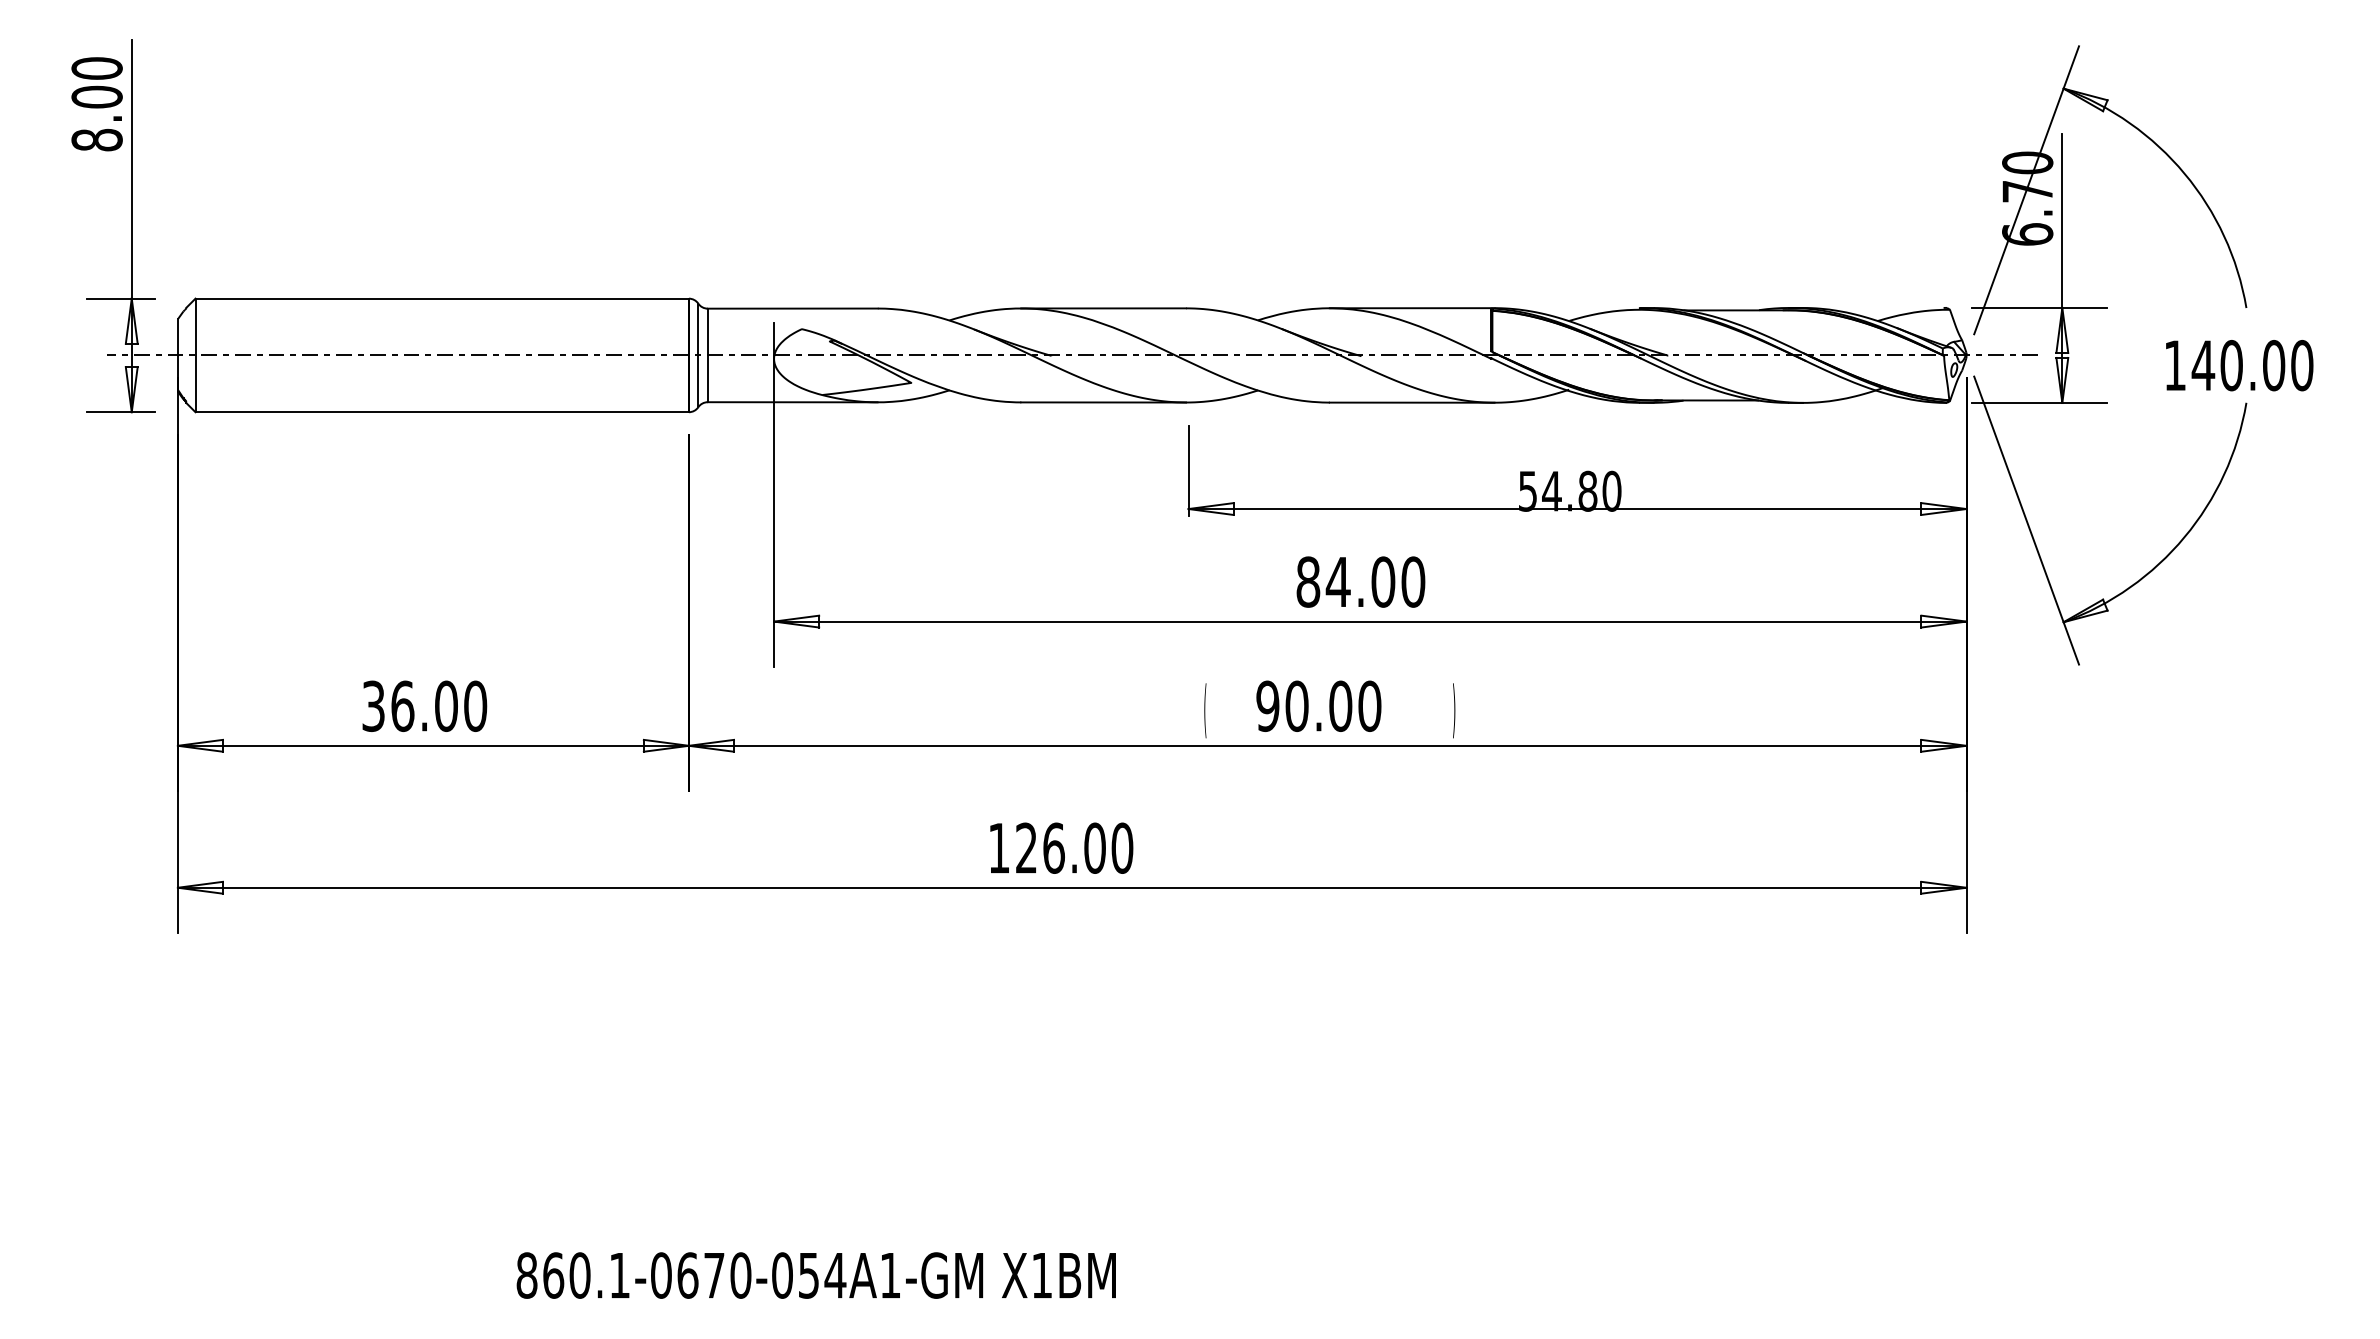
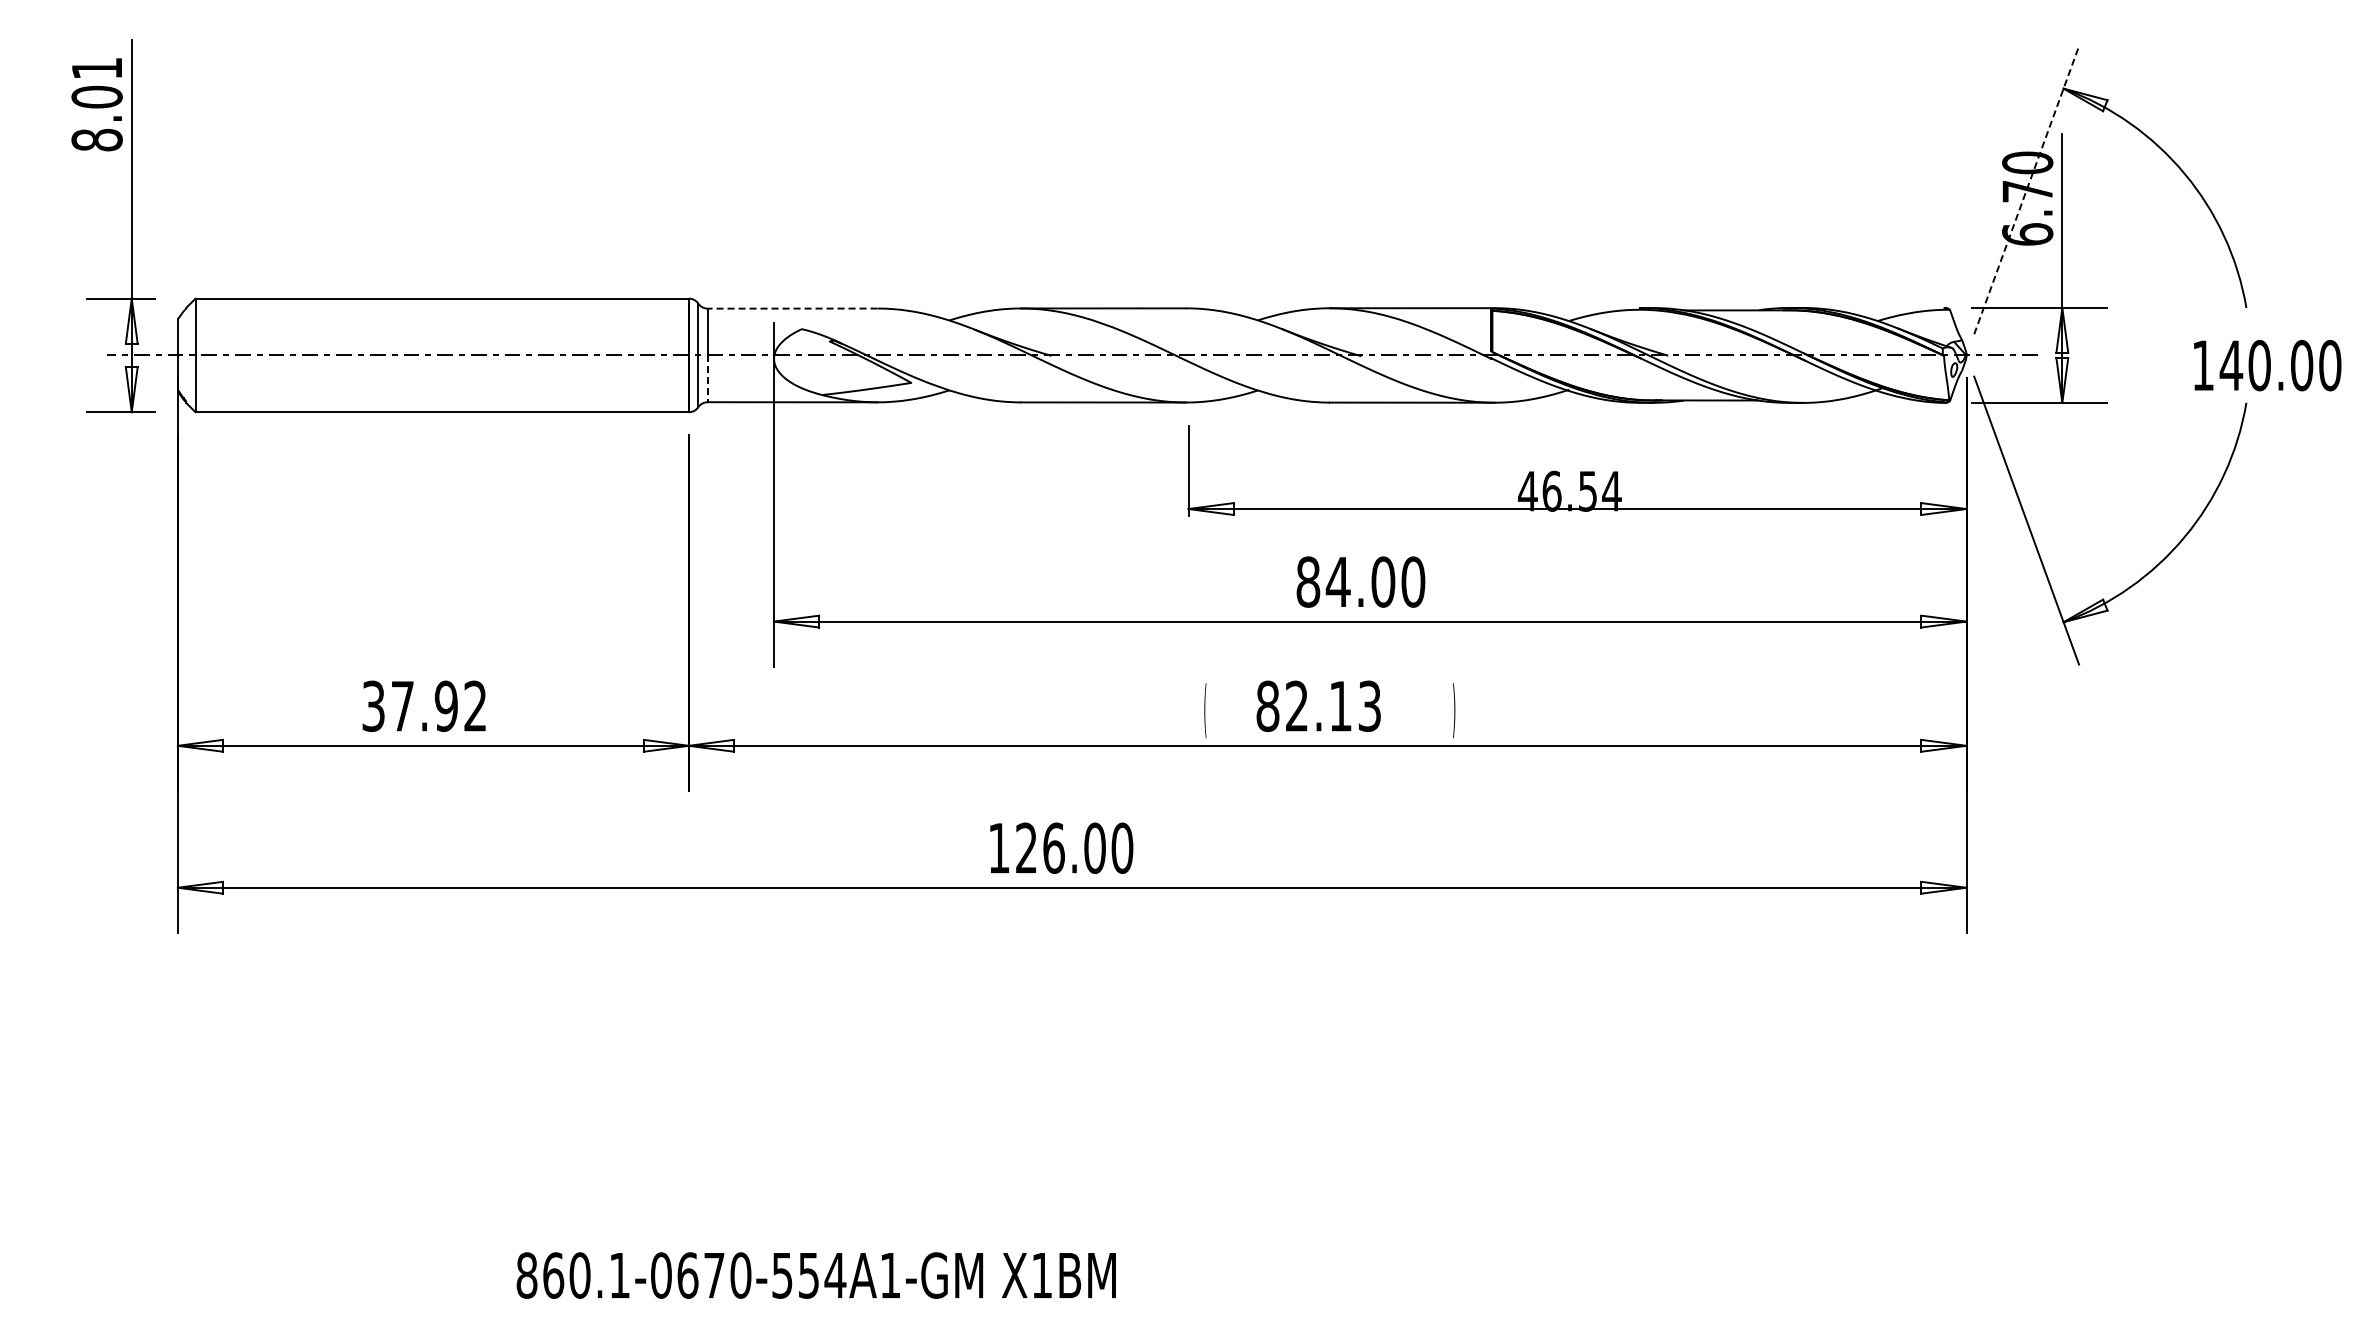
text at (96, 68): 8.00 -> 8.01
line at (2026, 189): solid -> dashed
line at (792, 308): solid -> dashed
text at (2239, 365) position: (2239, 365) -> (2267, 365)
line at (707, 379): solid -> dashed
text at (1569, 490): 54.80 -> 46.54
text at (439, 706): 36.00 -> 37.92
text at (1318, 706): 90.00 -> 82.13
text at (782, 1275): 860.1-0670-054A1-GM -> 860.1-0670-554A1-GM
